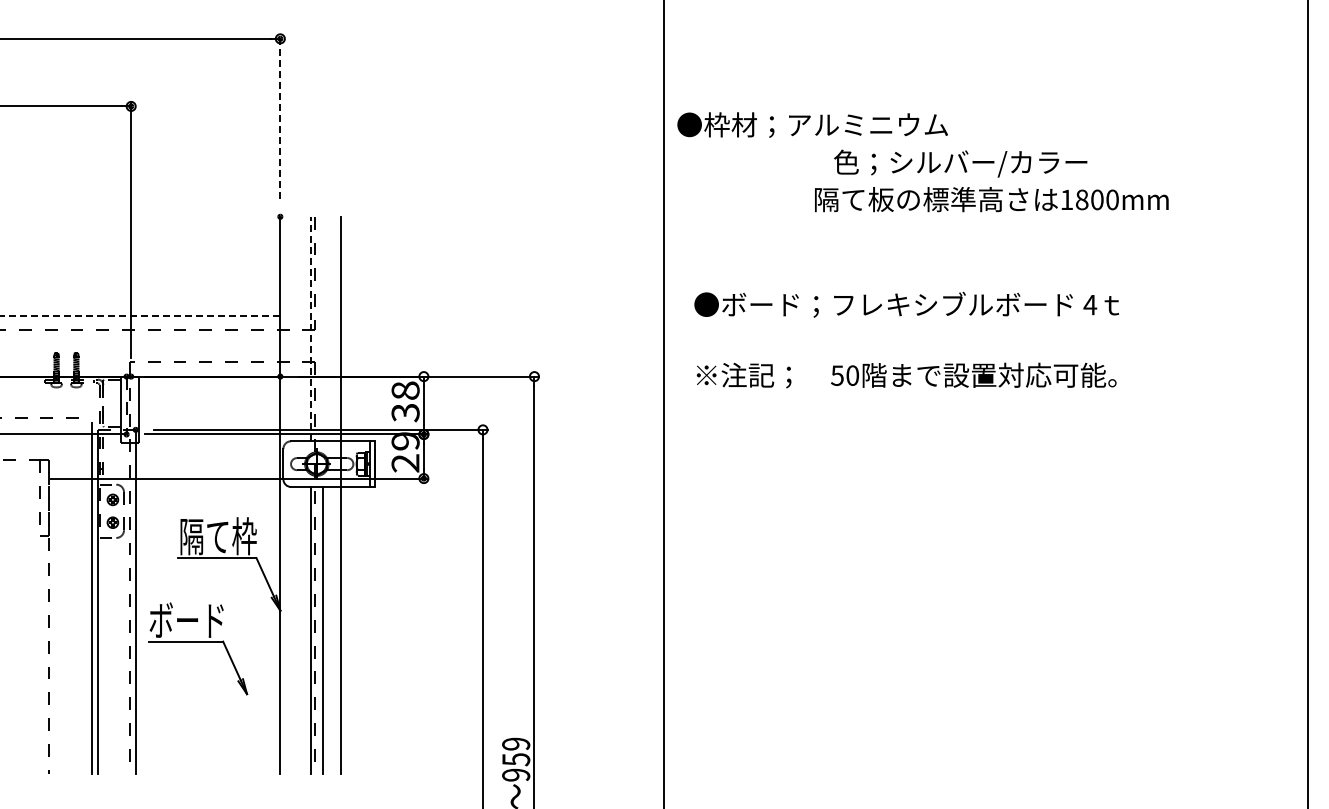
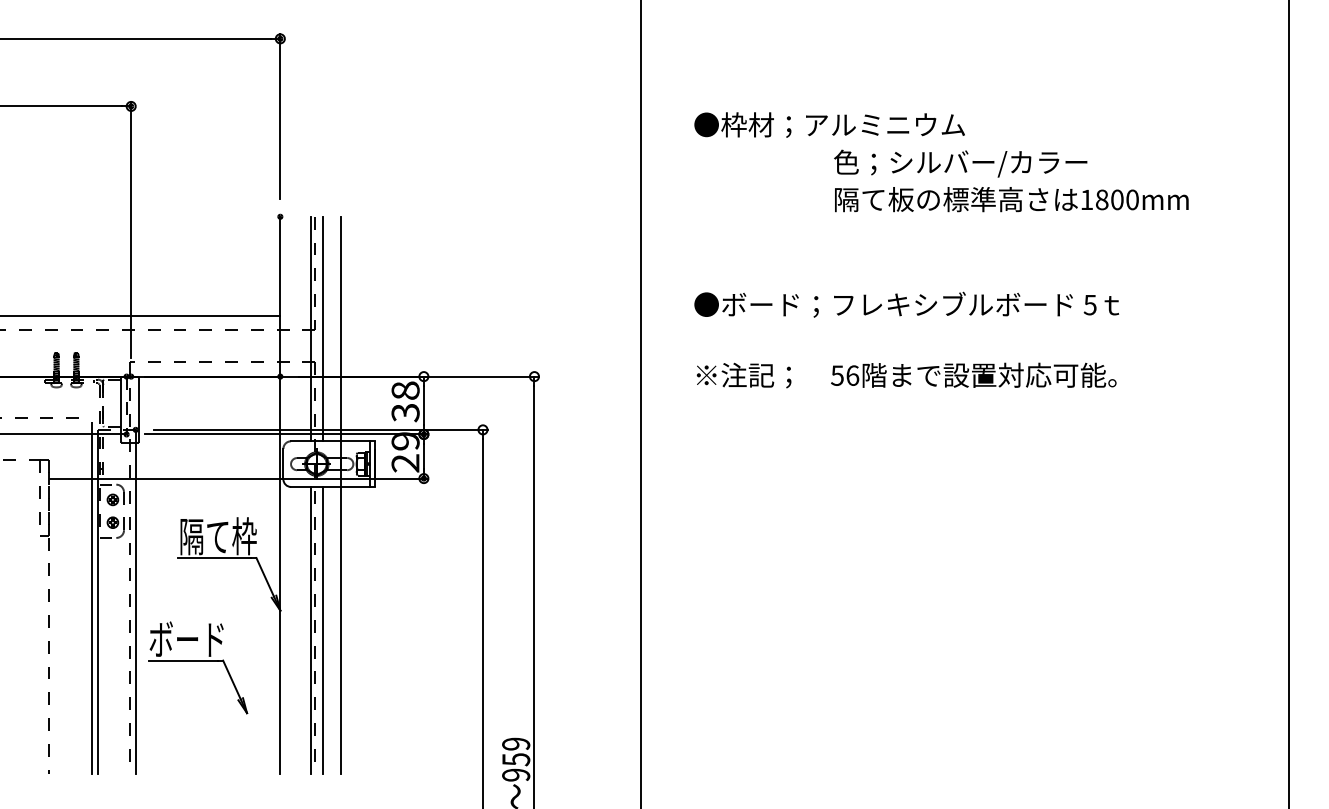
line at (280, 115): dashed -> solid
text at (812, 124) position: (812, 124) -> (829, 124)
text at (991, 199) position: (991, 199) -> (1011, 199)
text at (1090, 305): 4 -> 5
line at (140, 315): dashed -> solid
line at (310, 328): dashed -> solid
line at (323, 328): none -> present
text at (852, 375): 50 -> 56
line at (663, 403) position: (663, 403) -> (640, 403)
line at (1308, 403) position: (1308, 403) -> (1289, 403)
part at (198, 648) position: (198, 648) -> (198, 667)
